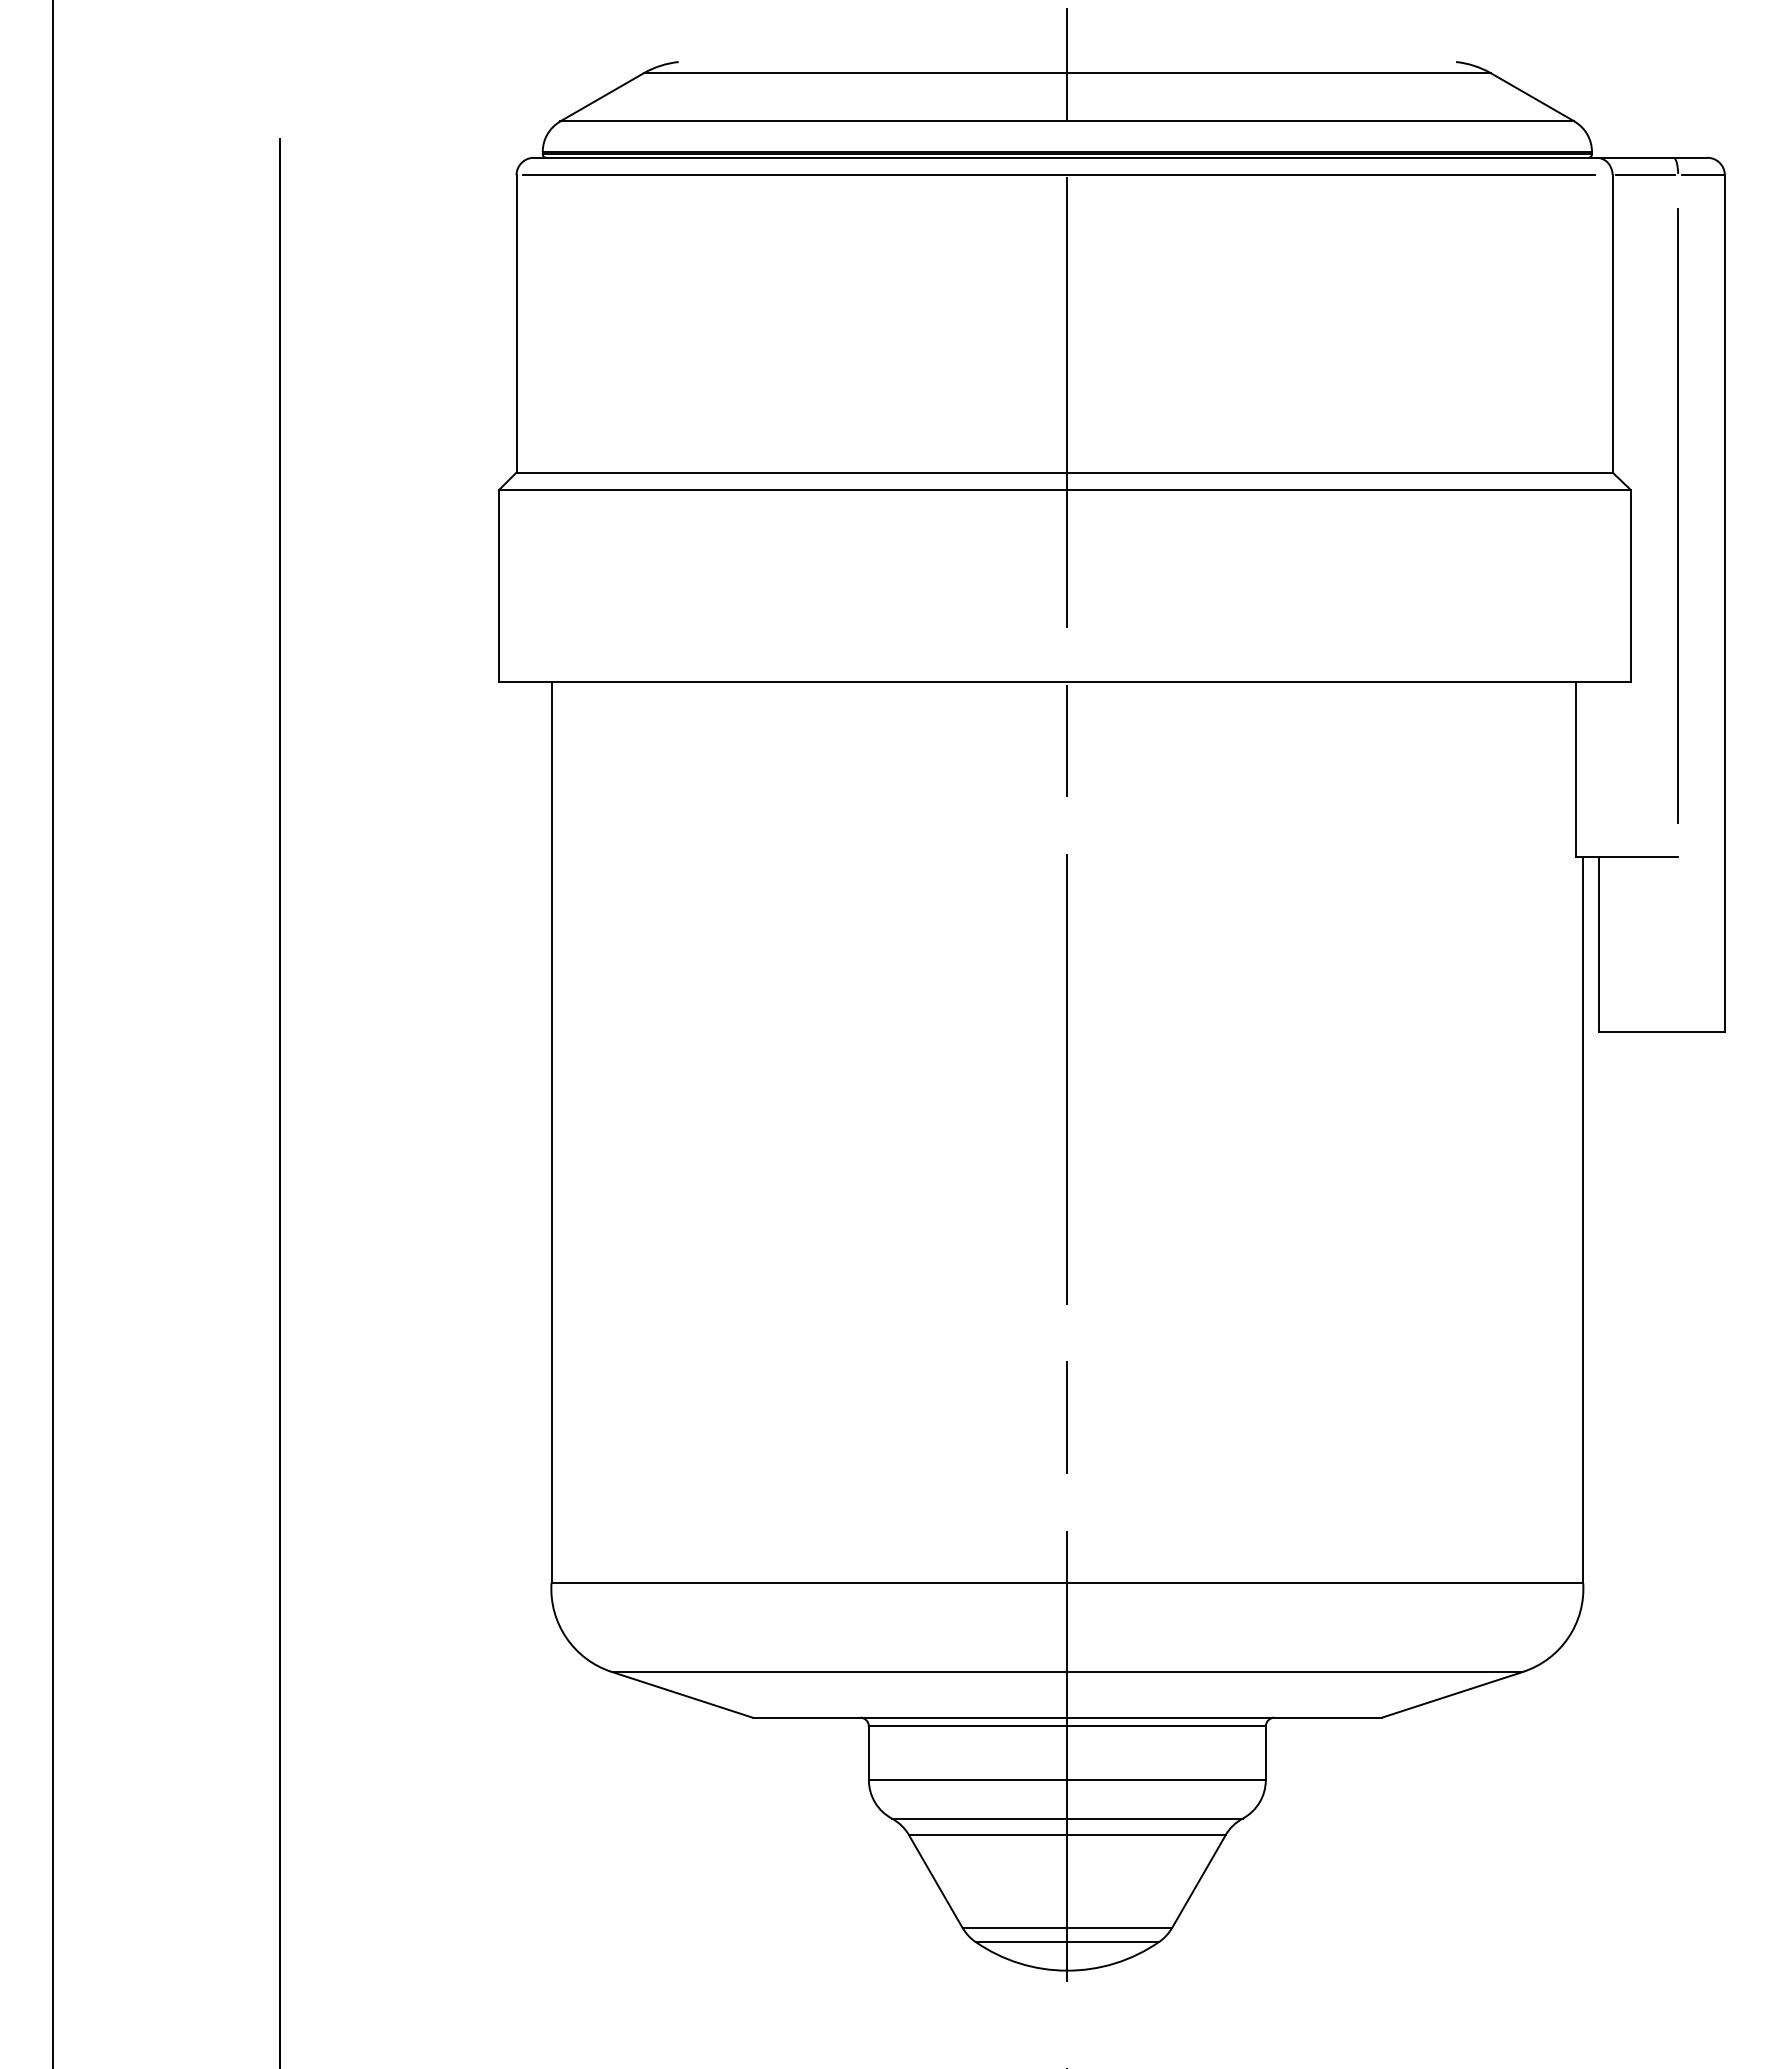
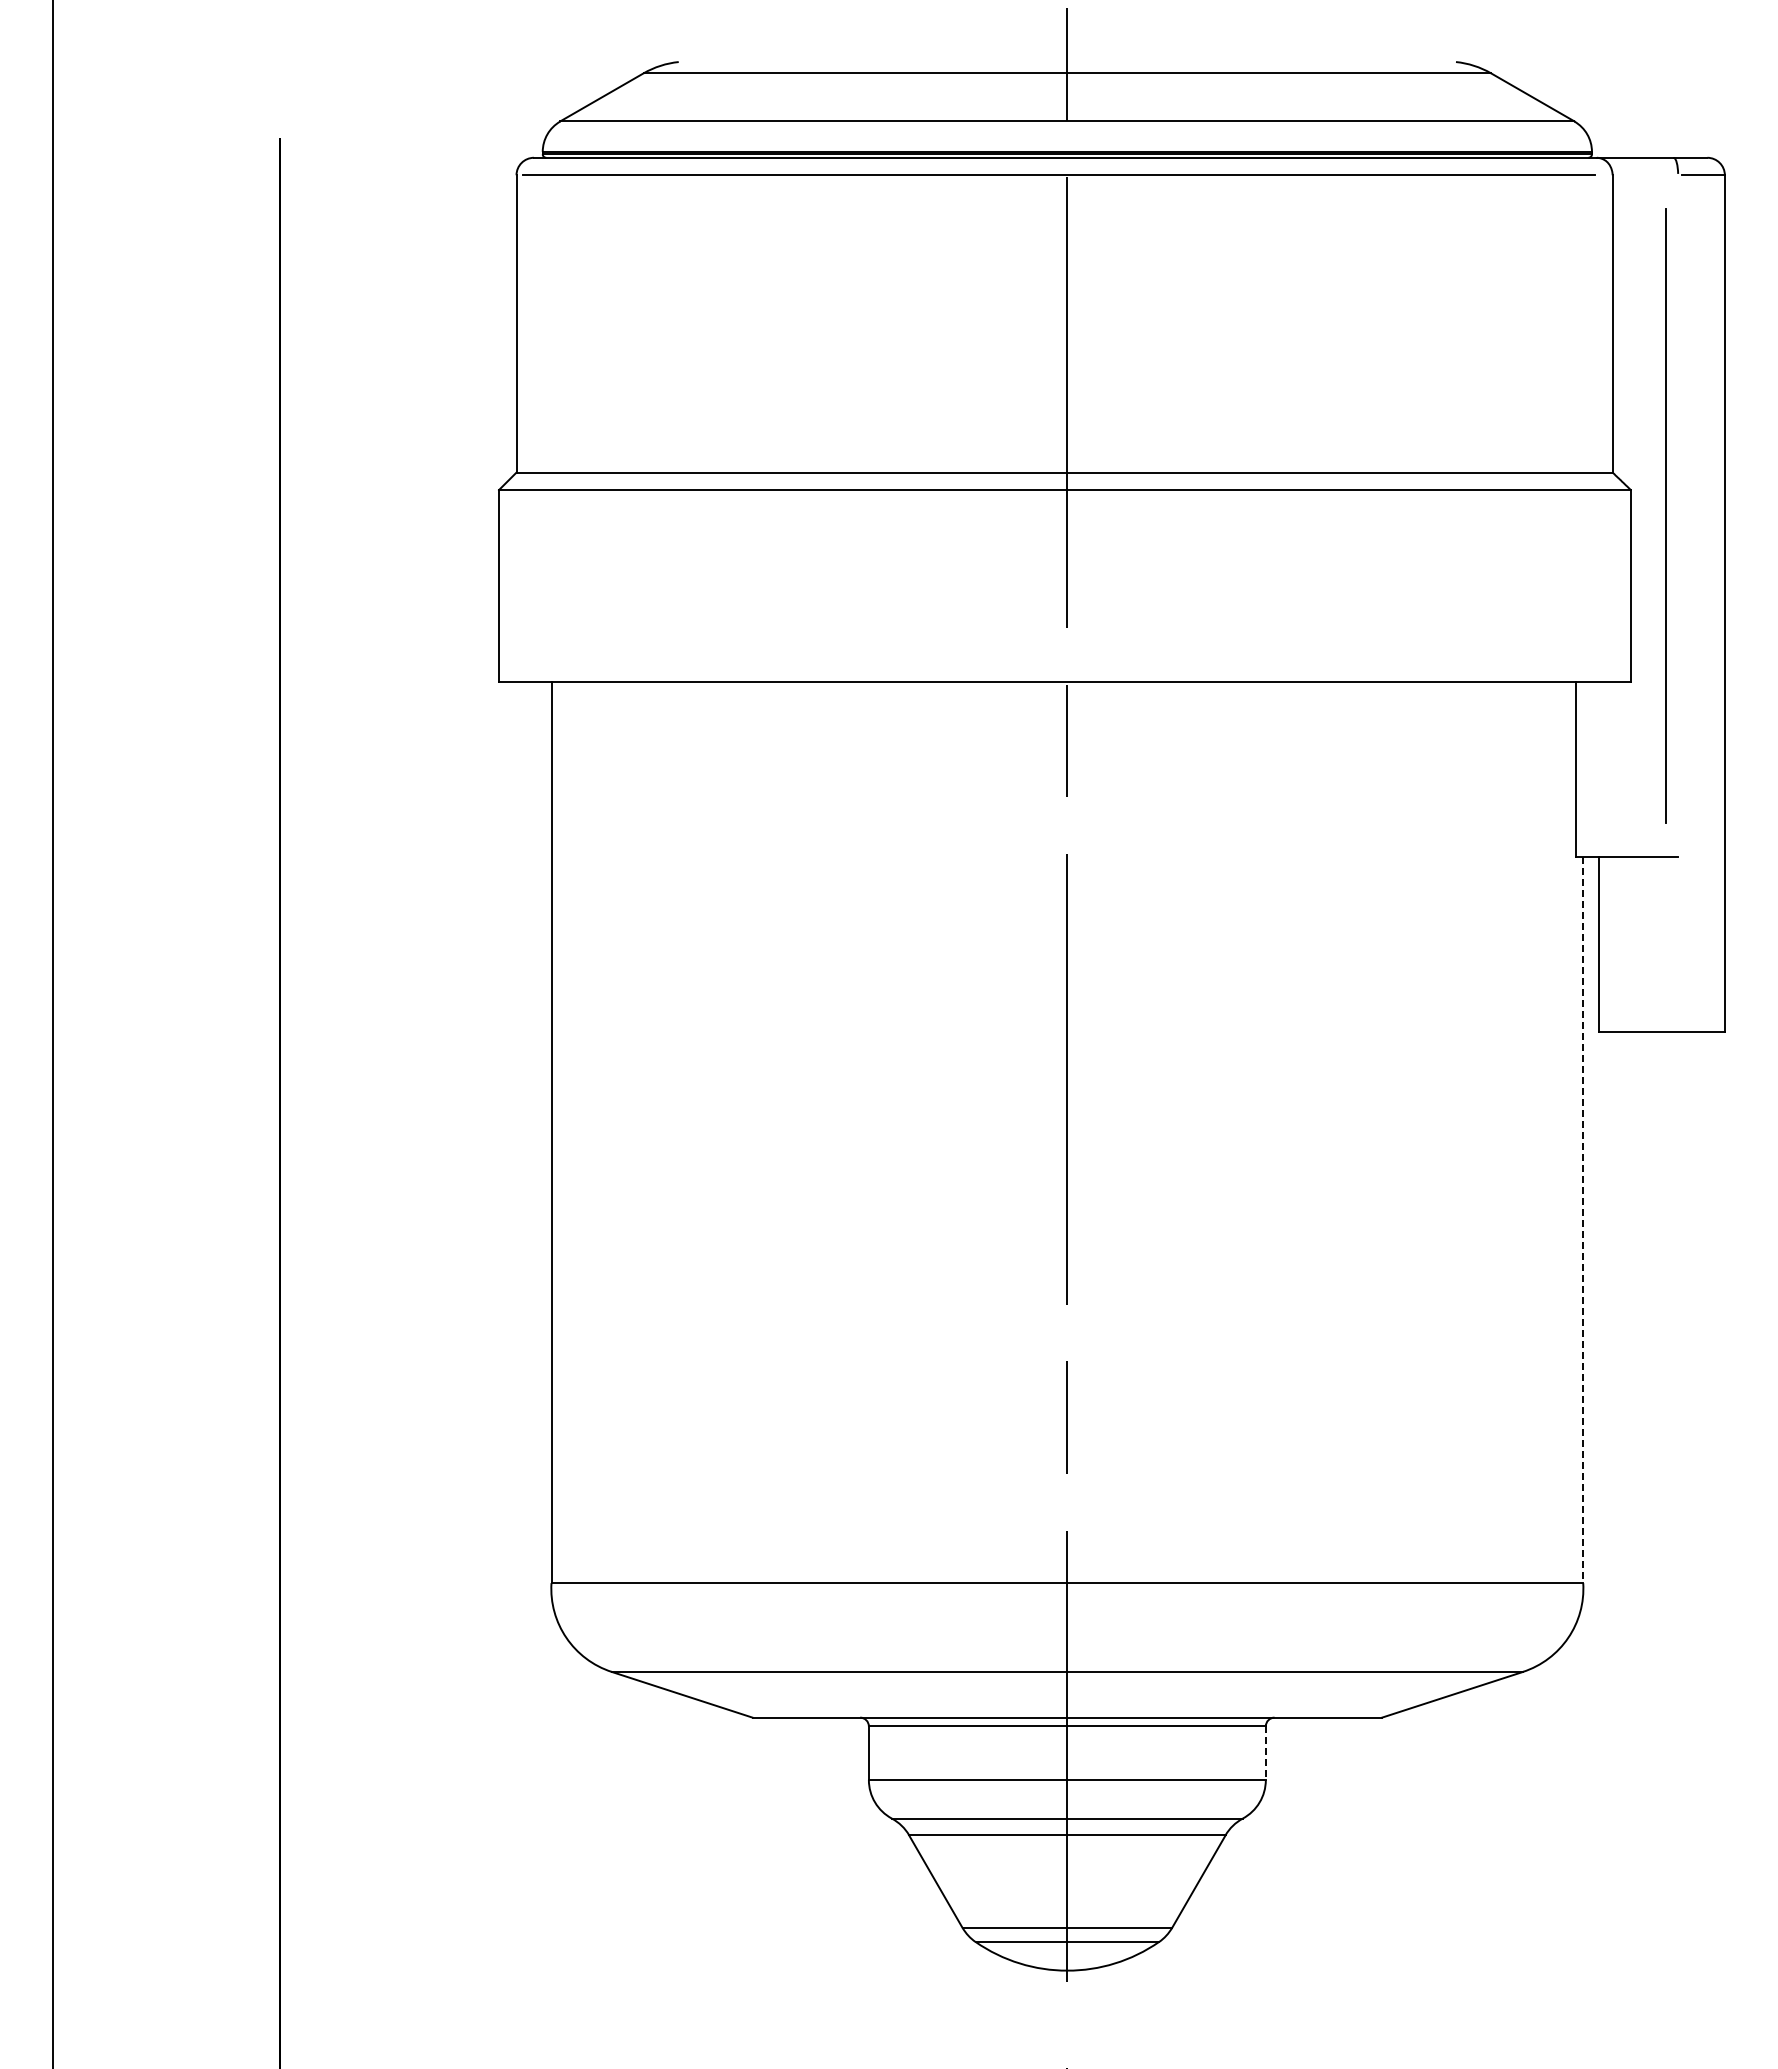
line at (1644, 175): present -> none
line at (1677, 515) position: (1677, 515) -> (1665, 515)
line at (1583, 1220): solid -> dashed
line at (1265, 1753): solid -> dashed
